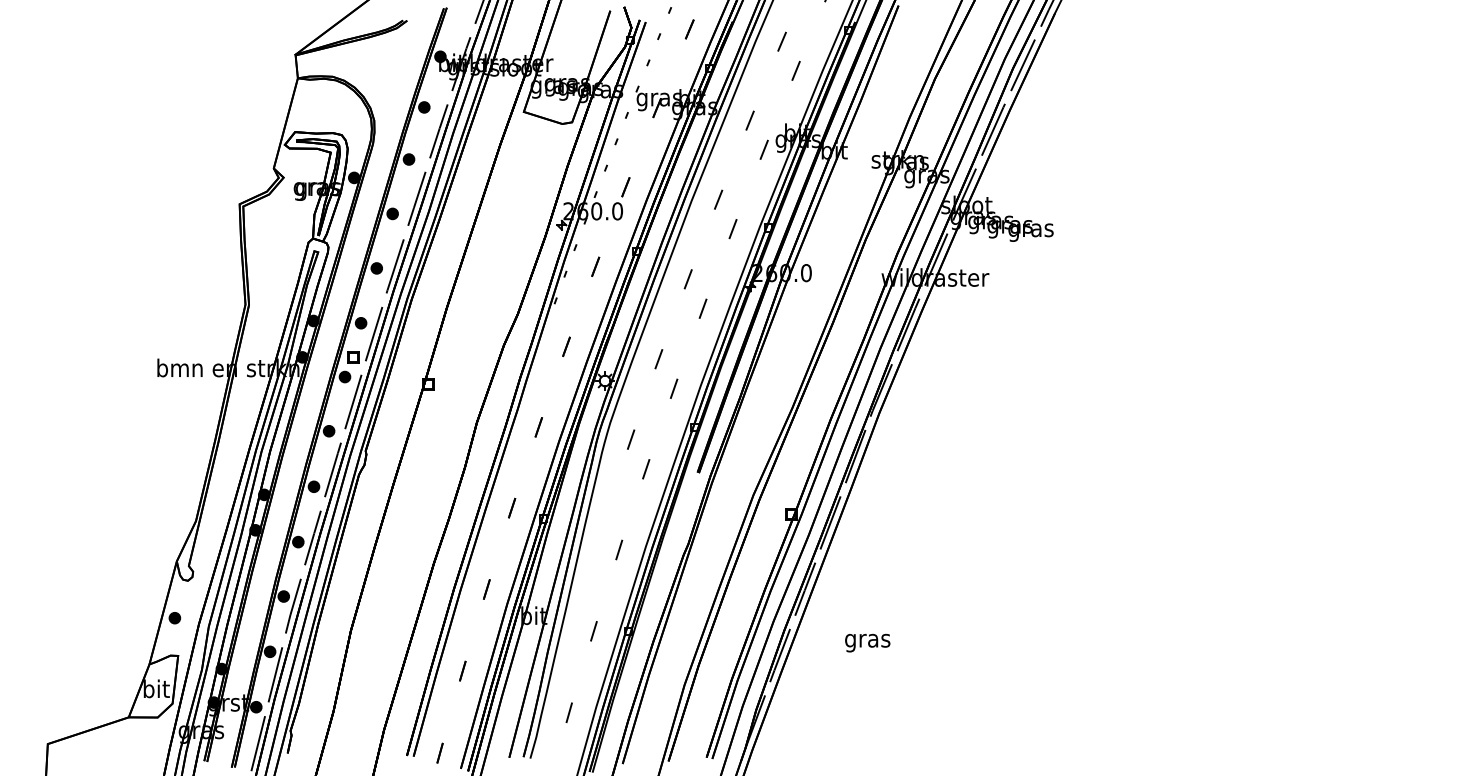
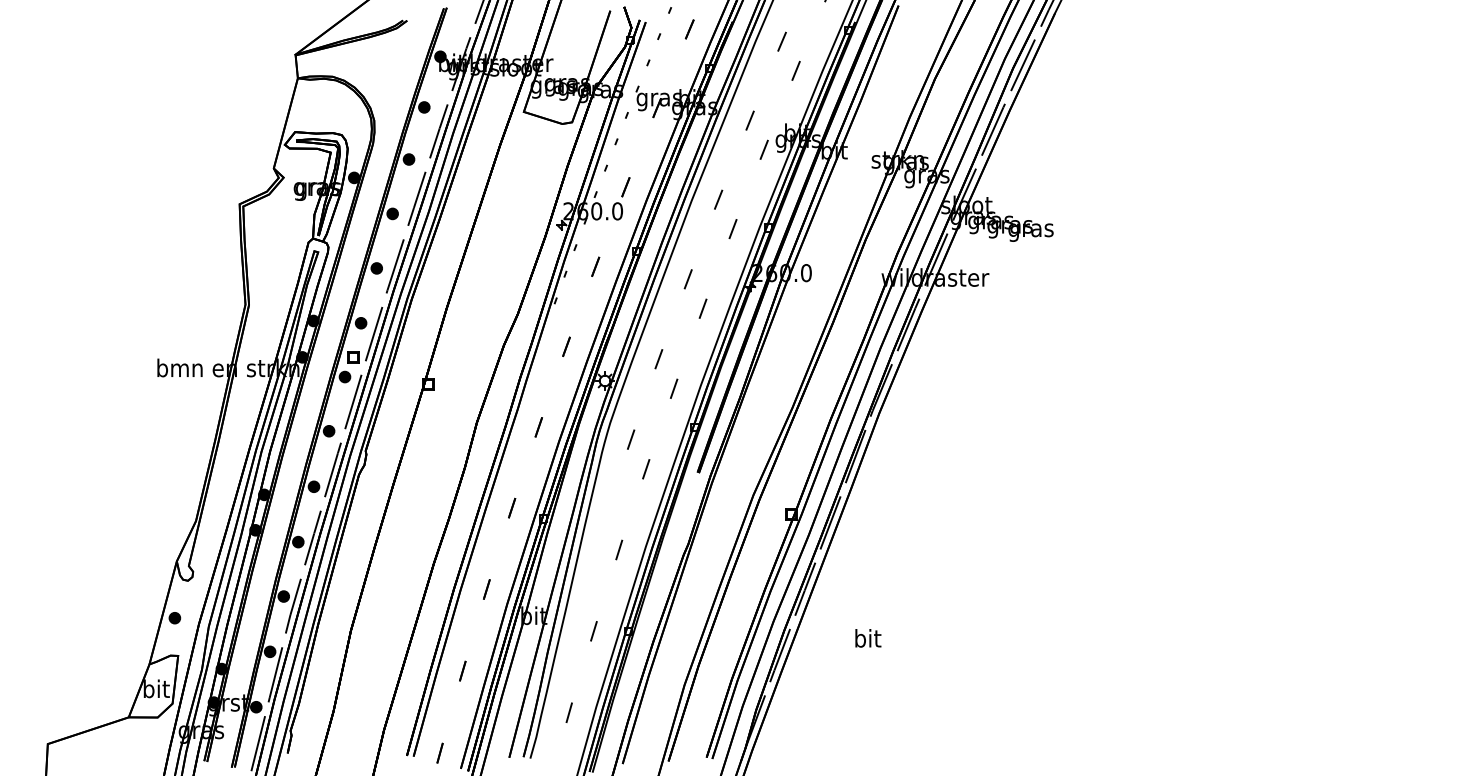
text at (867, 640): gras -> bit
